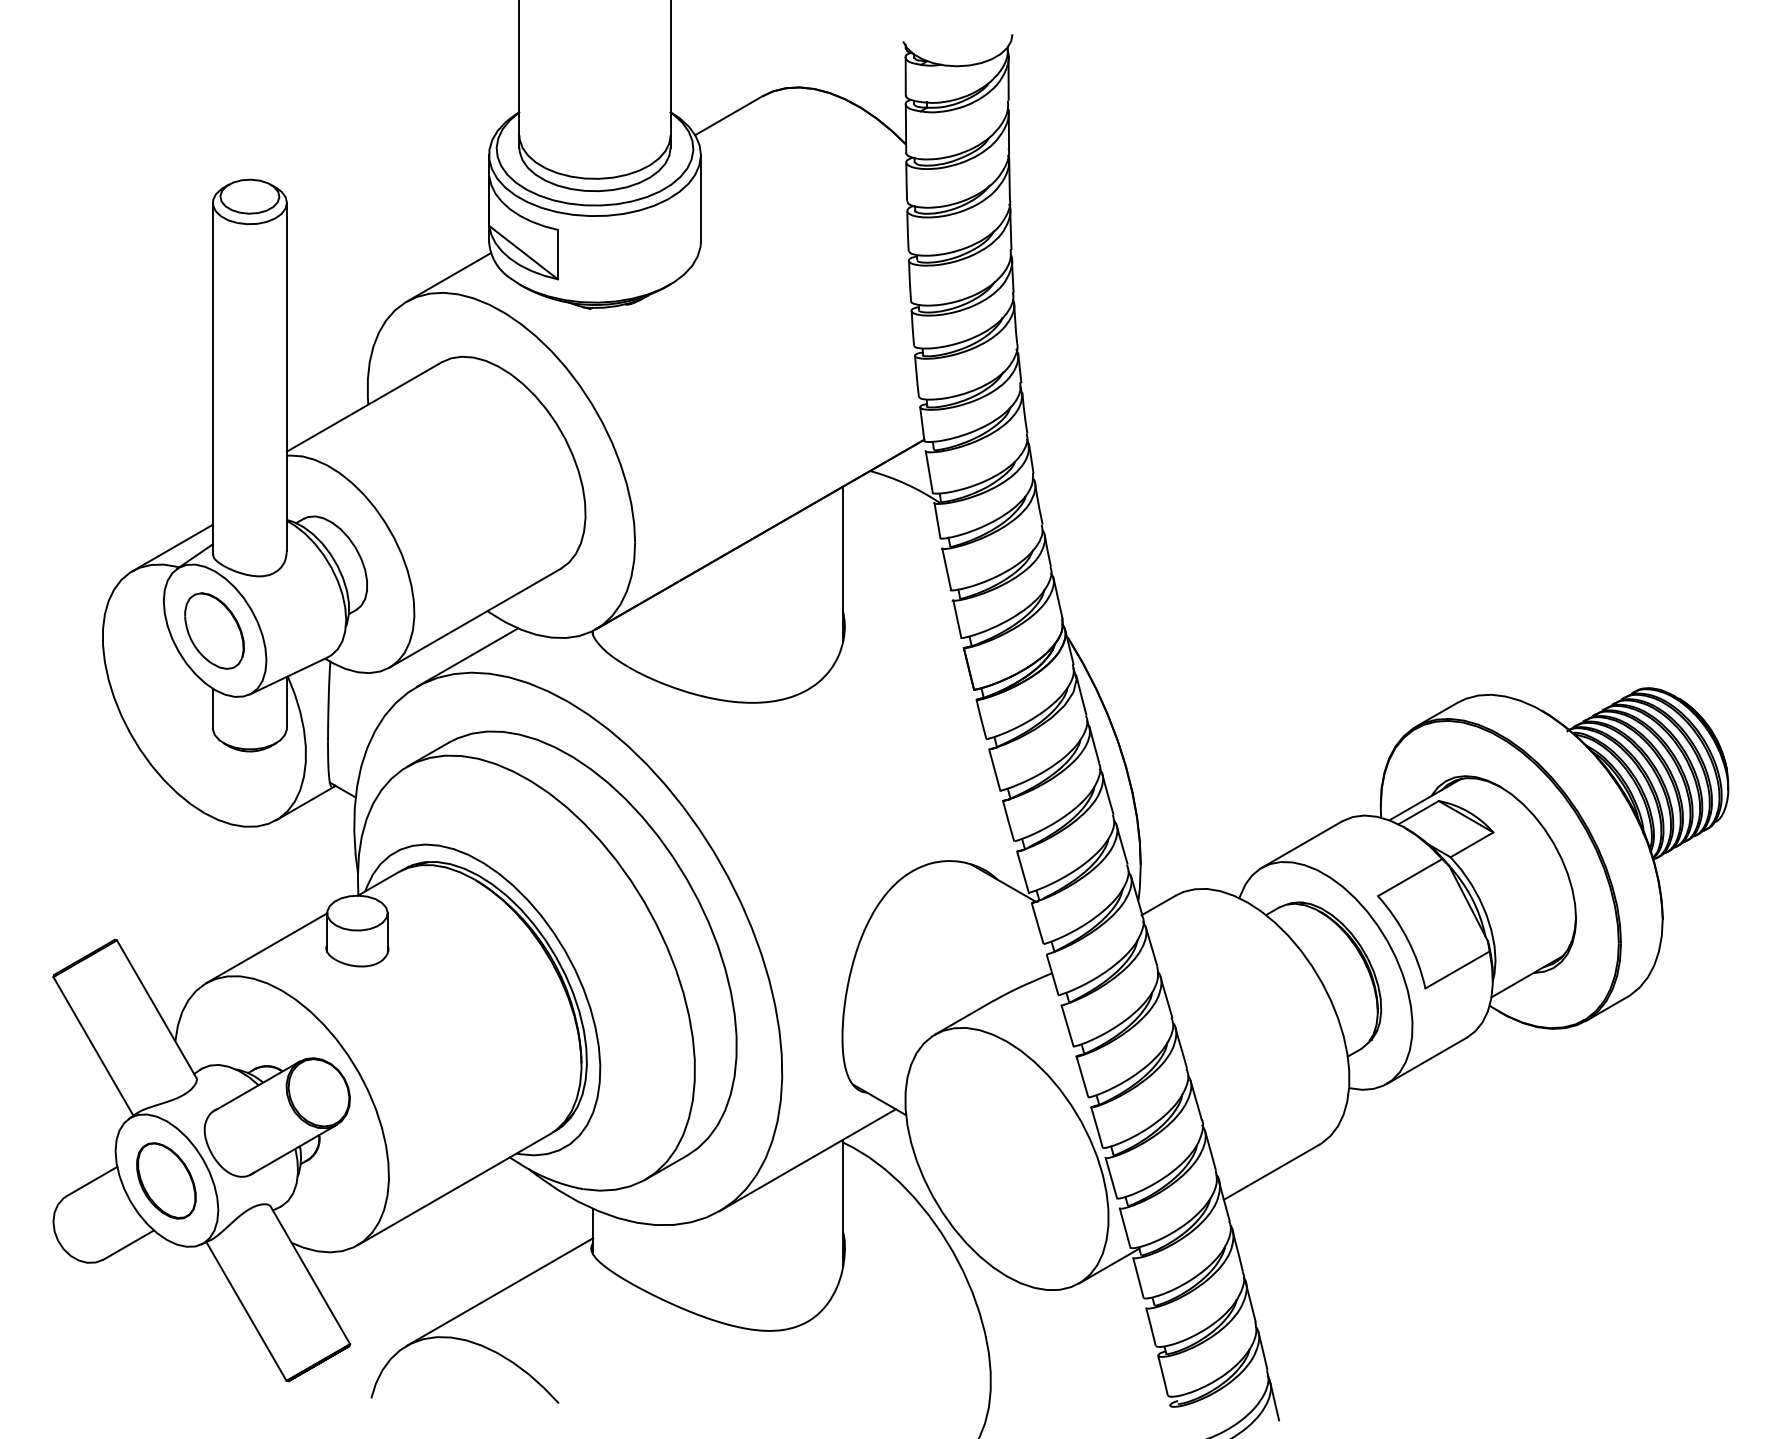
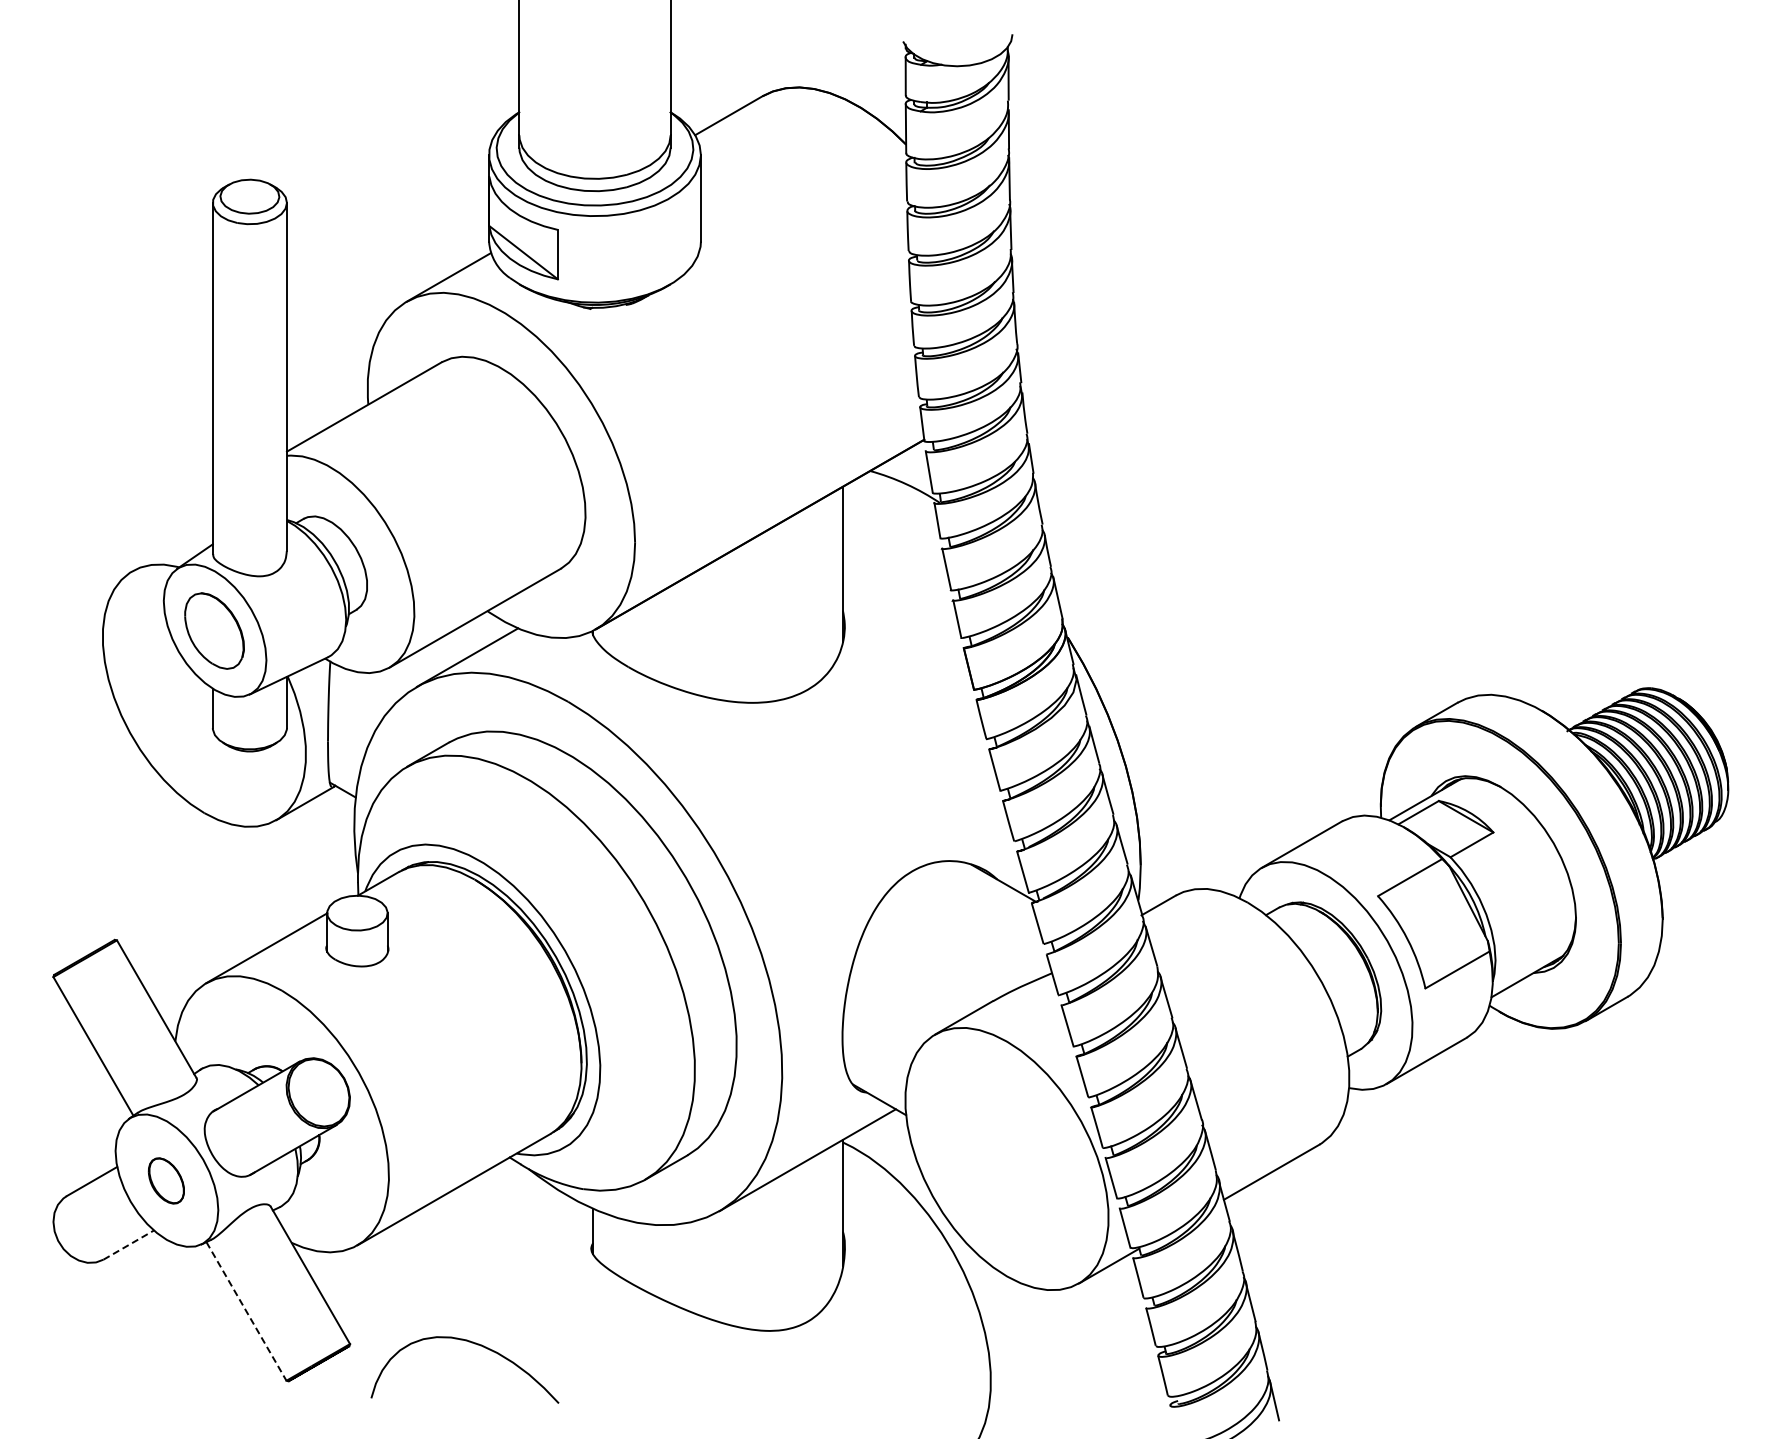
line at (172, 547): present -> none
part at (166, 1180) size: 61x78 px -> 38x48 px
line at (129, 1244): solid -> dashed
line at (499, 1291): present -> none
line at (246, 1311): solid -> dashed
